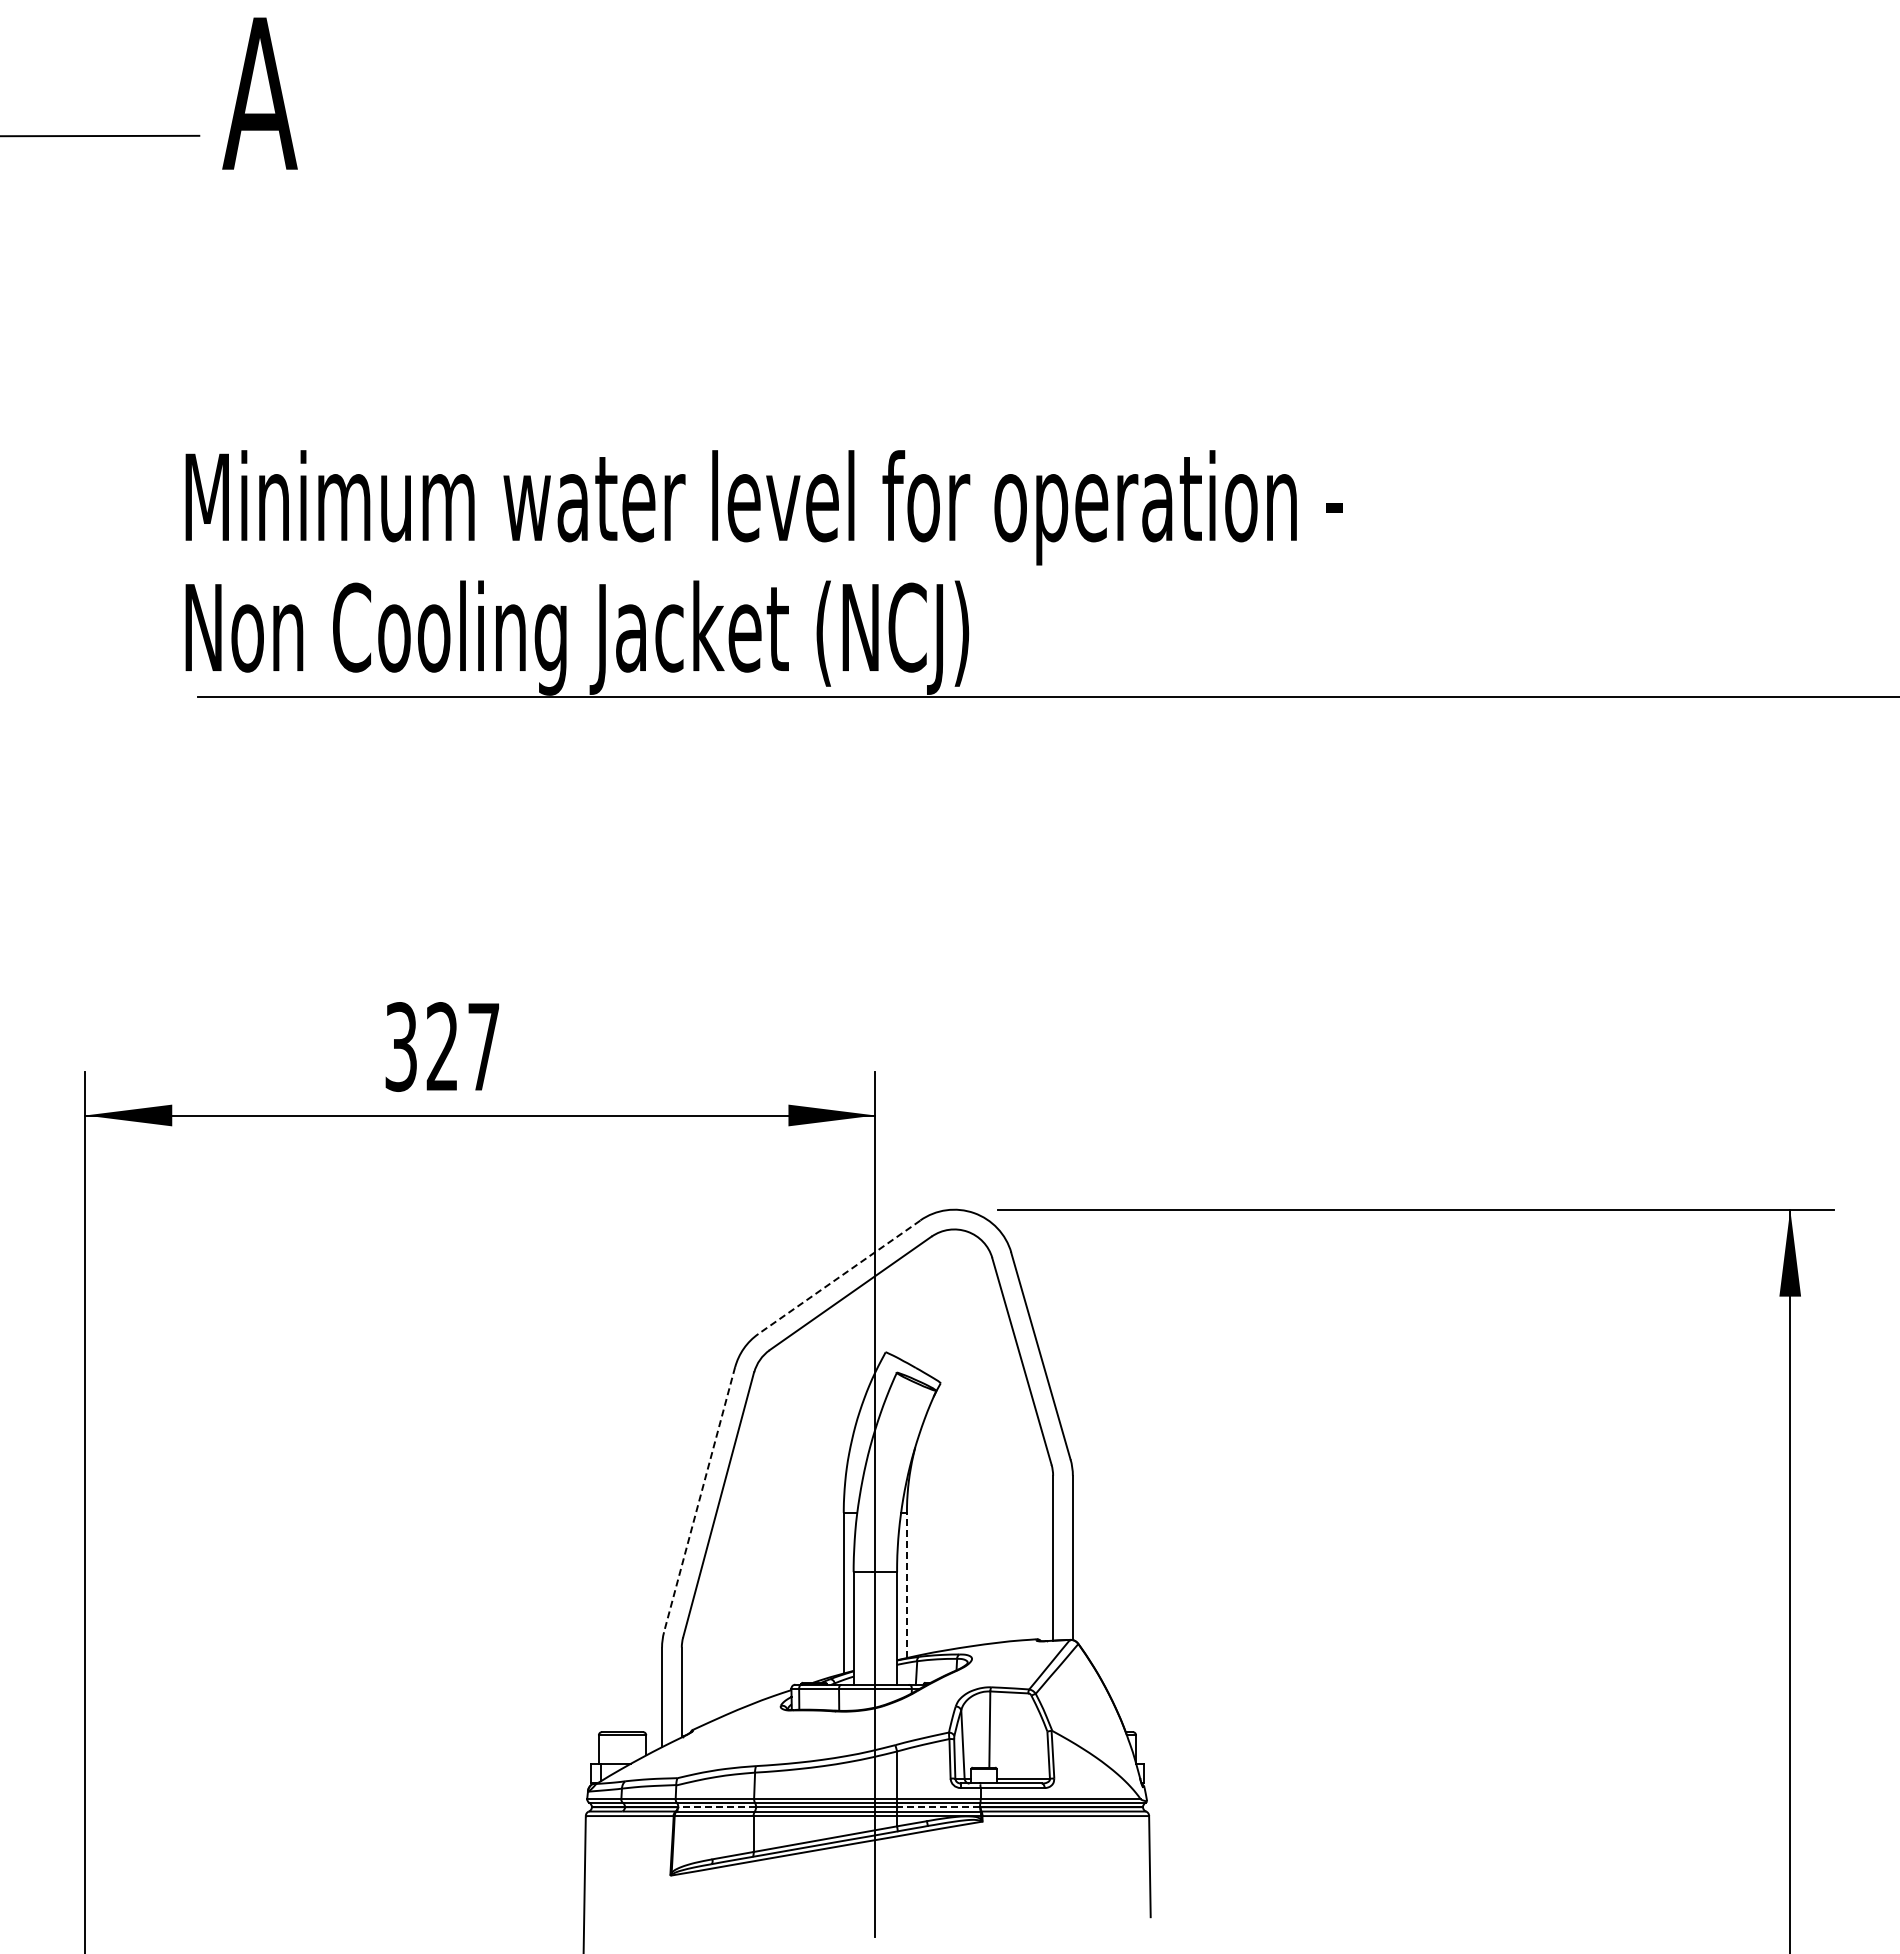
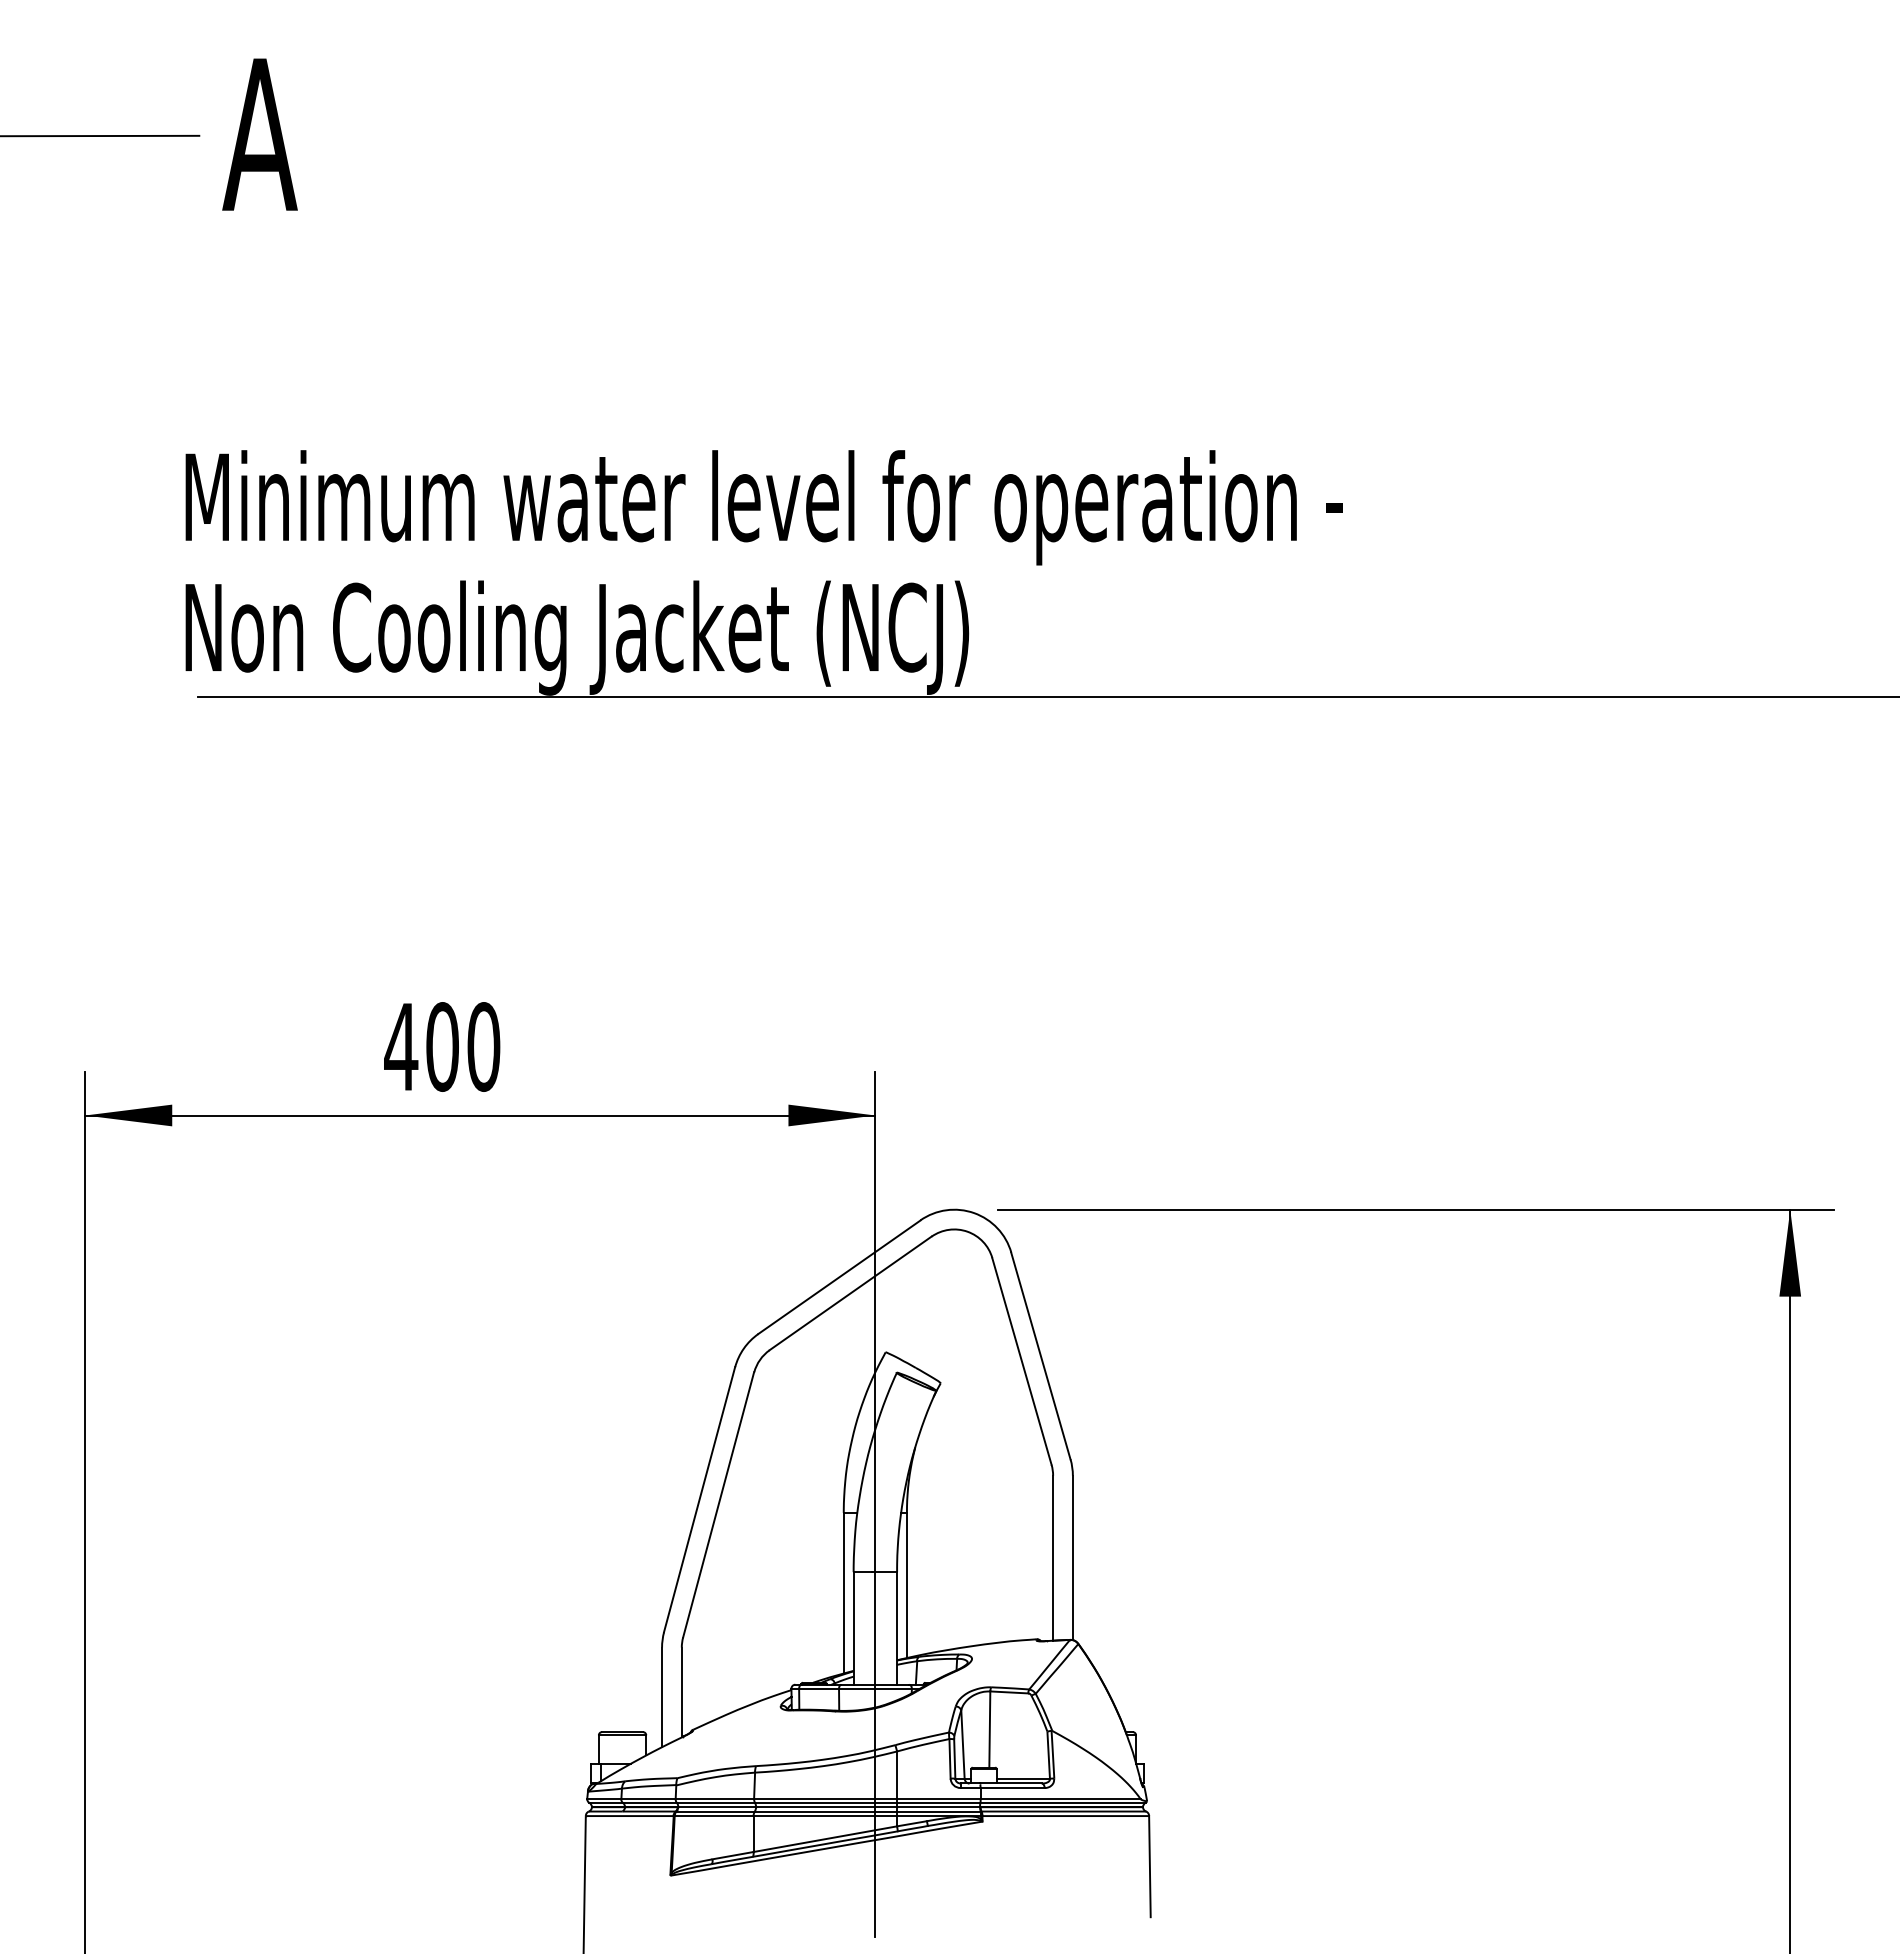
text at (259, 93) position: (259, 93) -> (259, 134)
text at (442, 1046): 327 -> 400
line at (839, 1277): dashed -> solid
line at (699, 1500): dashed -> solid
line at (906, 1585): dashed -> solid
line at (717, 1807): dashed -> solid
line at (938, 1807): dashed -> solid
